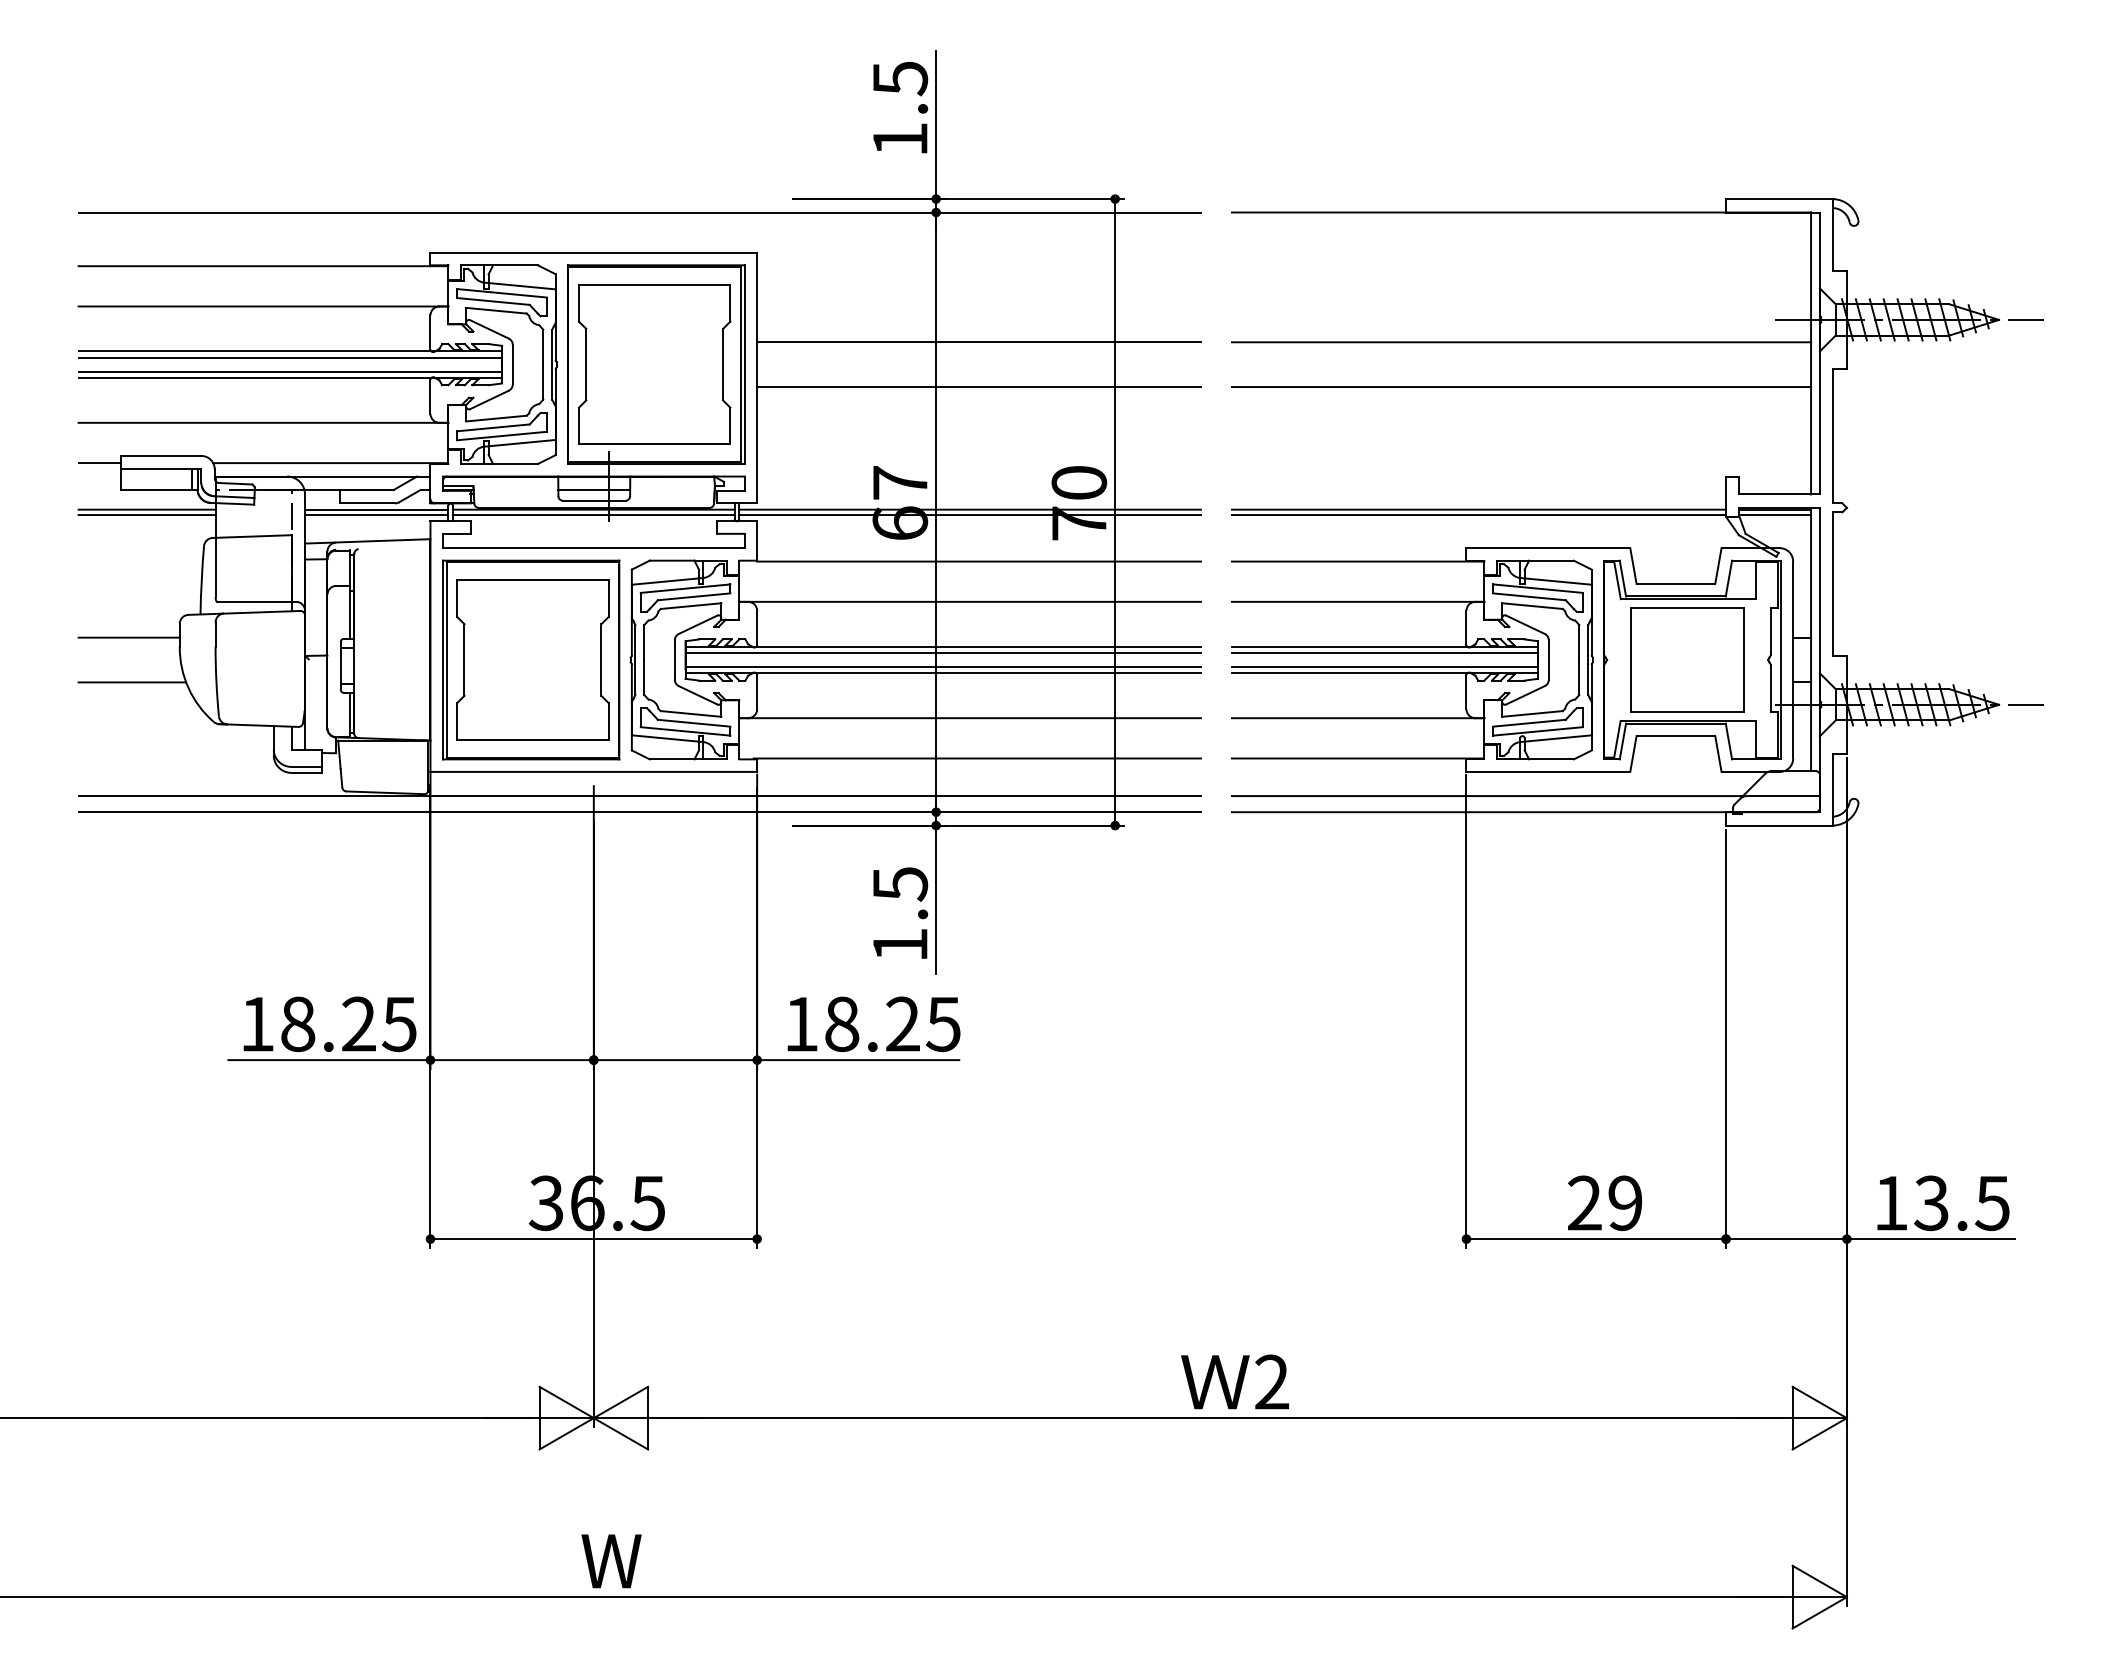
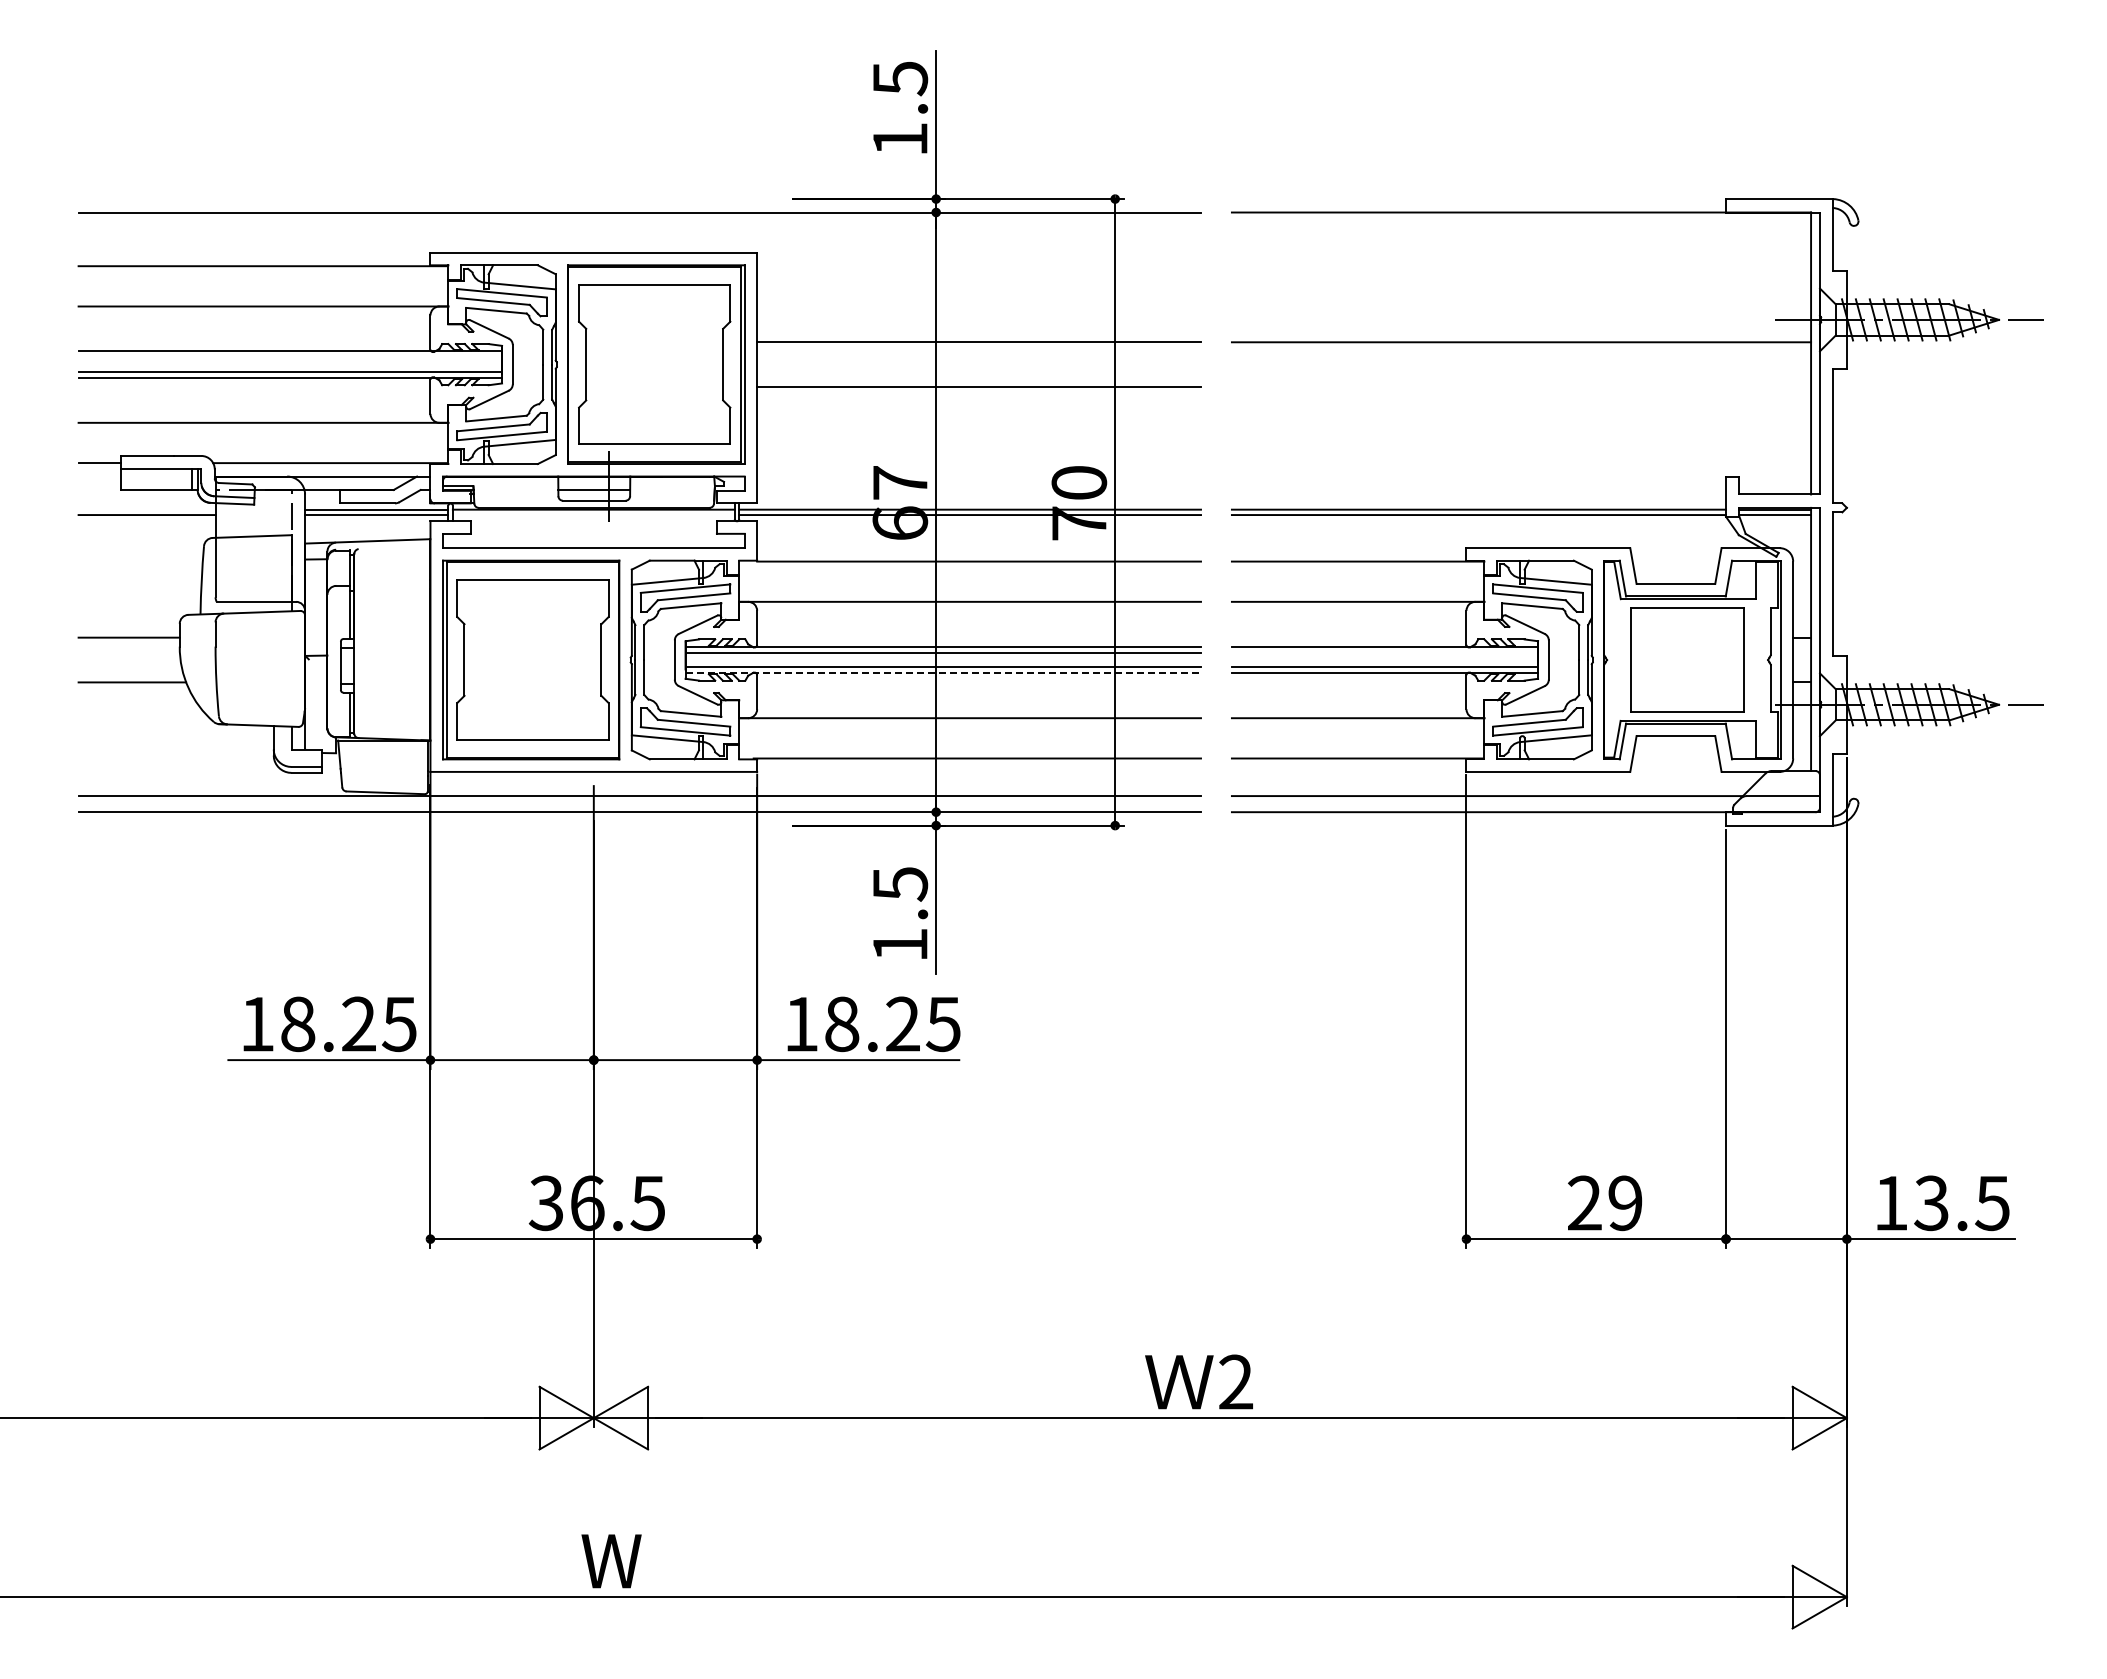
line at (290, 357): present -> none
line at (1521, 387): present -> none
line at (146, 509): present -> none
line at (593, 515): present -> none
line at (1384, 652): present -> none
line at (943, 673): solid -> dashed
text at (1234, 1381) position: (1234, 1381) -> (1198, 1381)
